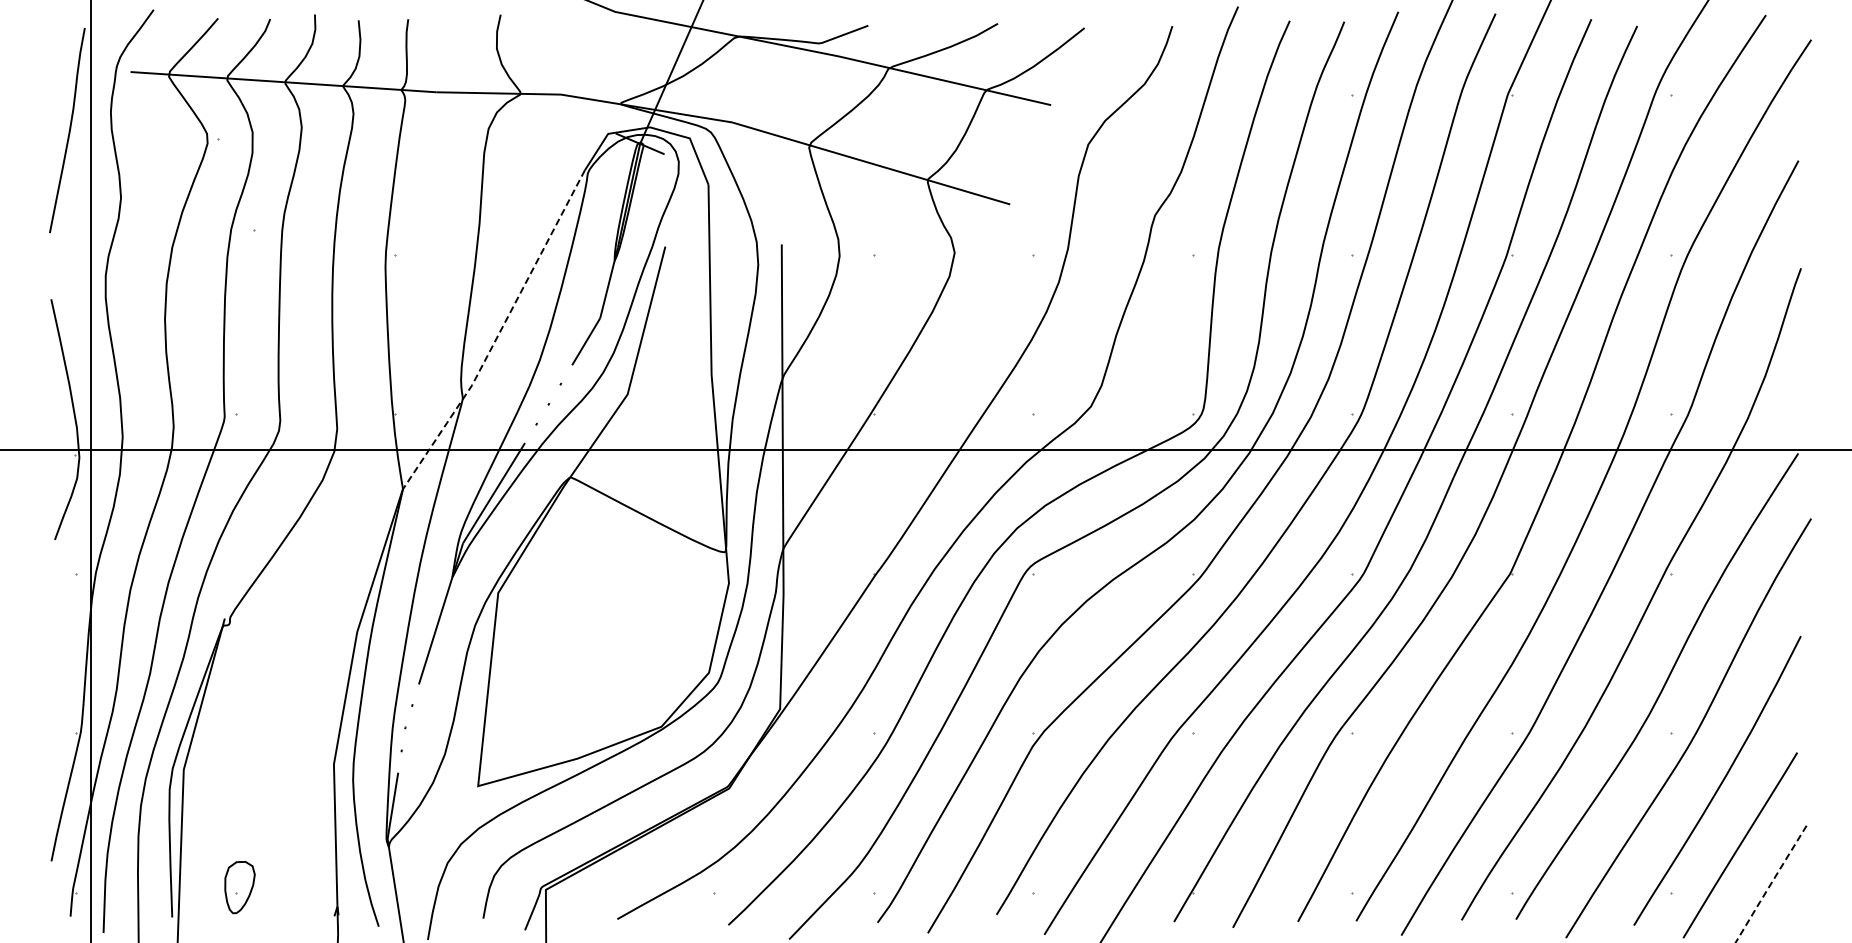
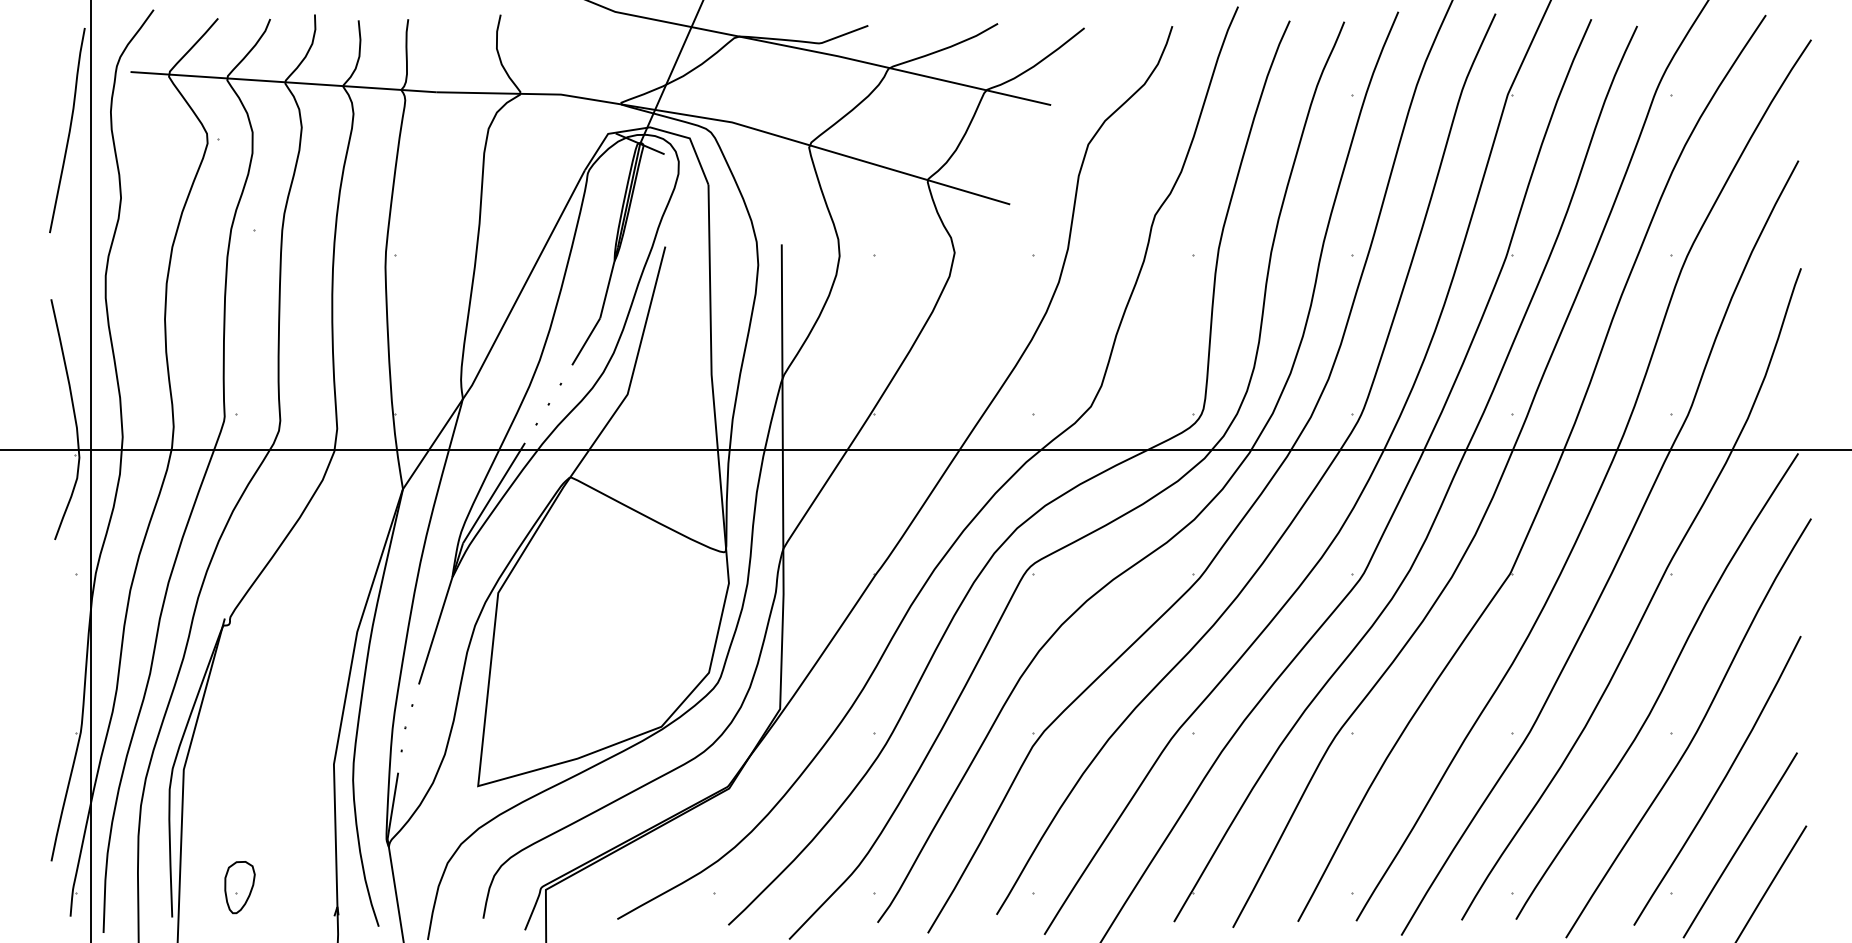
line at (498, 334): dashed -> solid
line at (1770, 884): dashed -> solid
